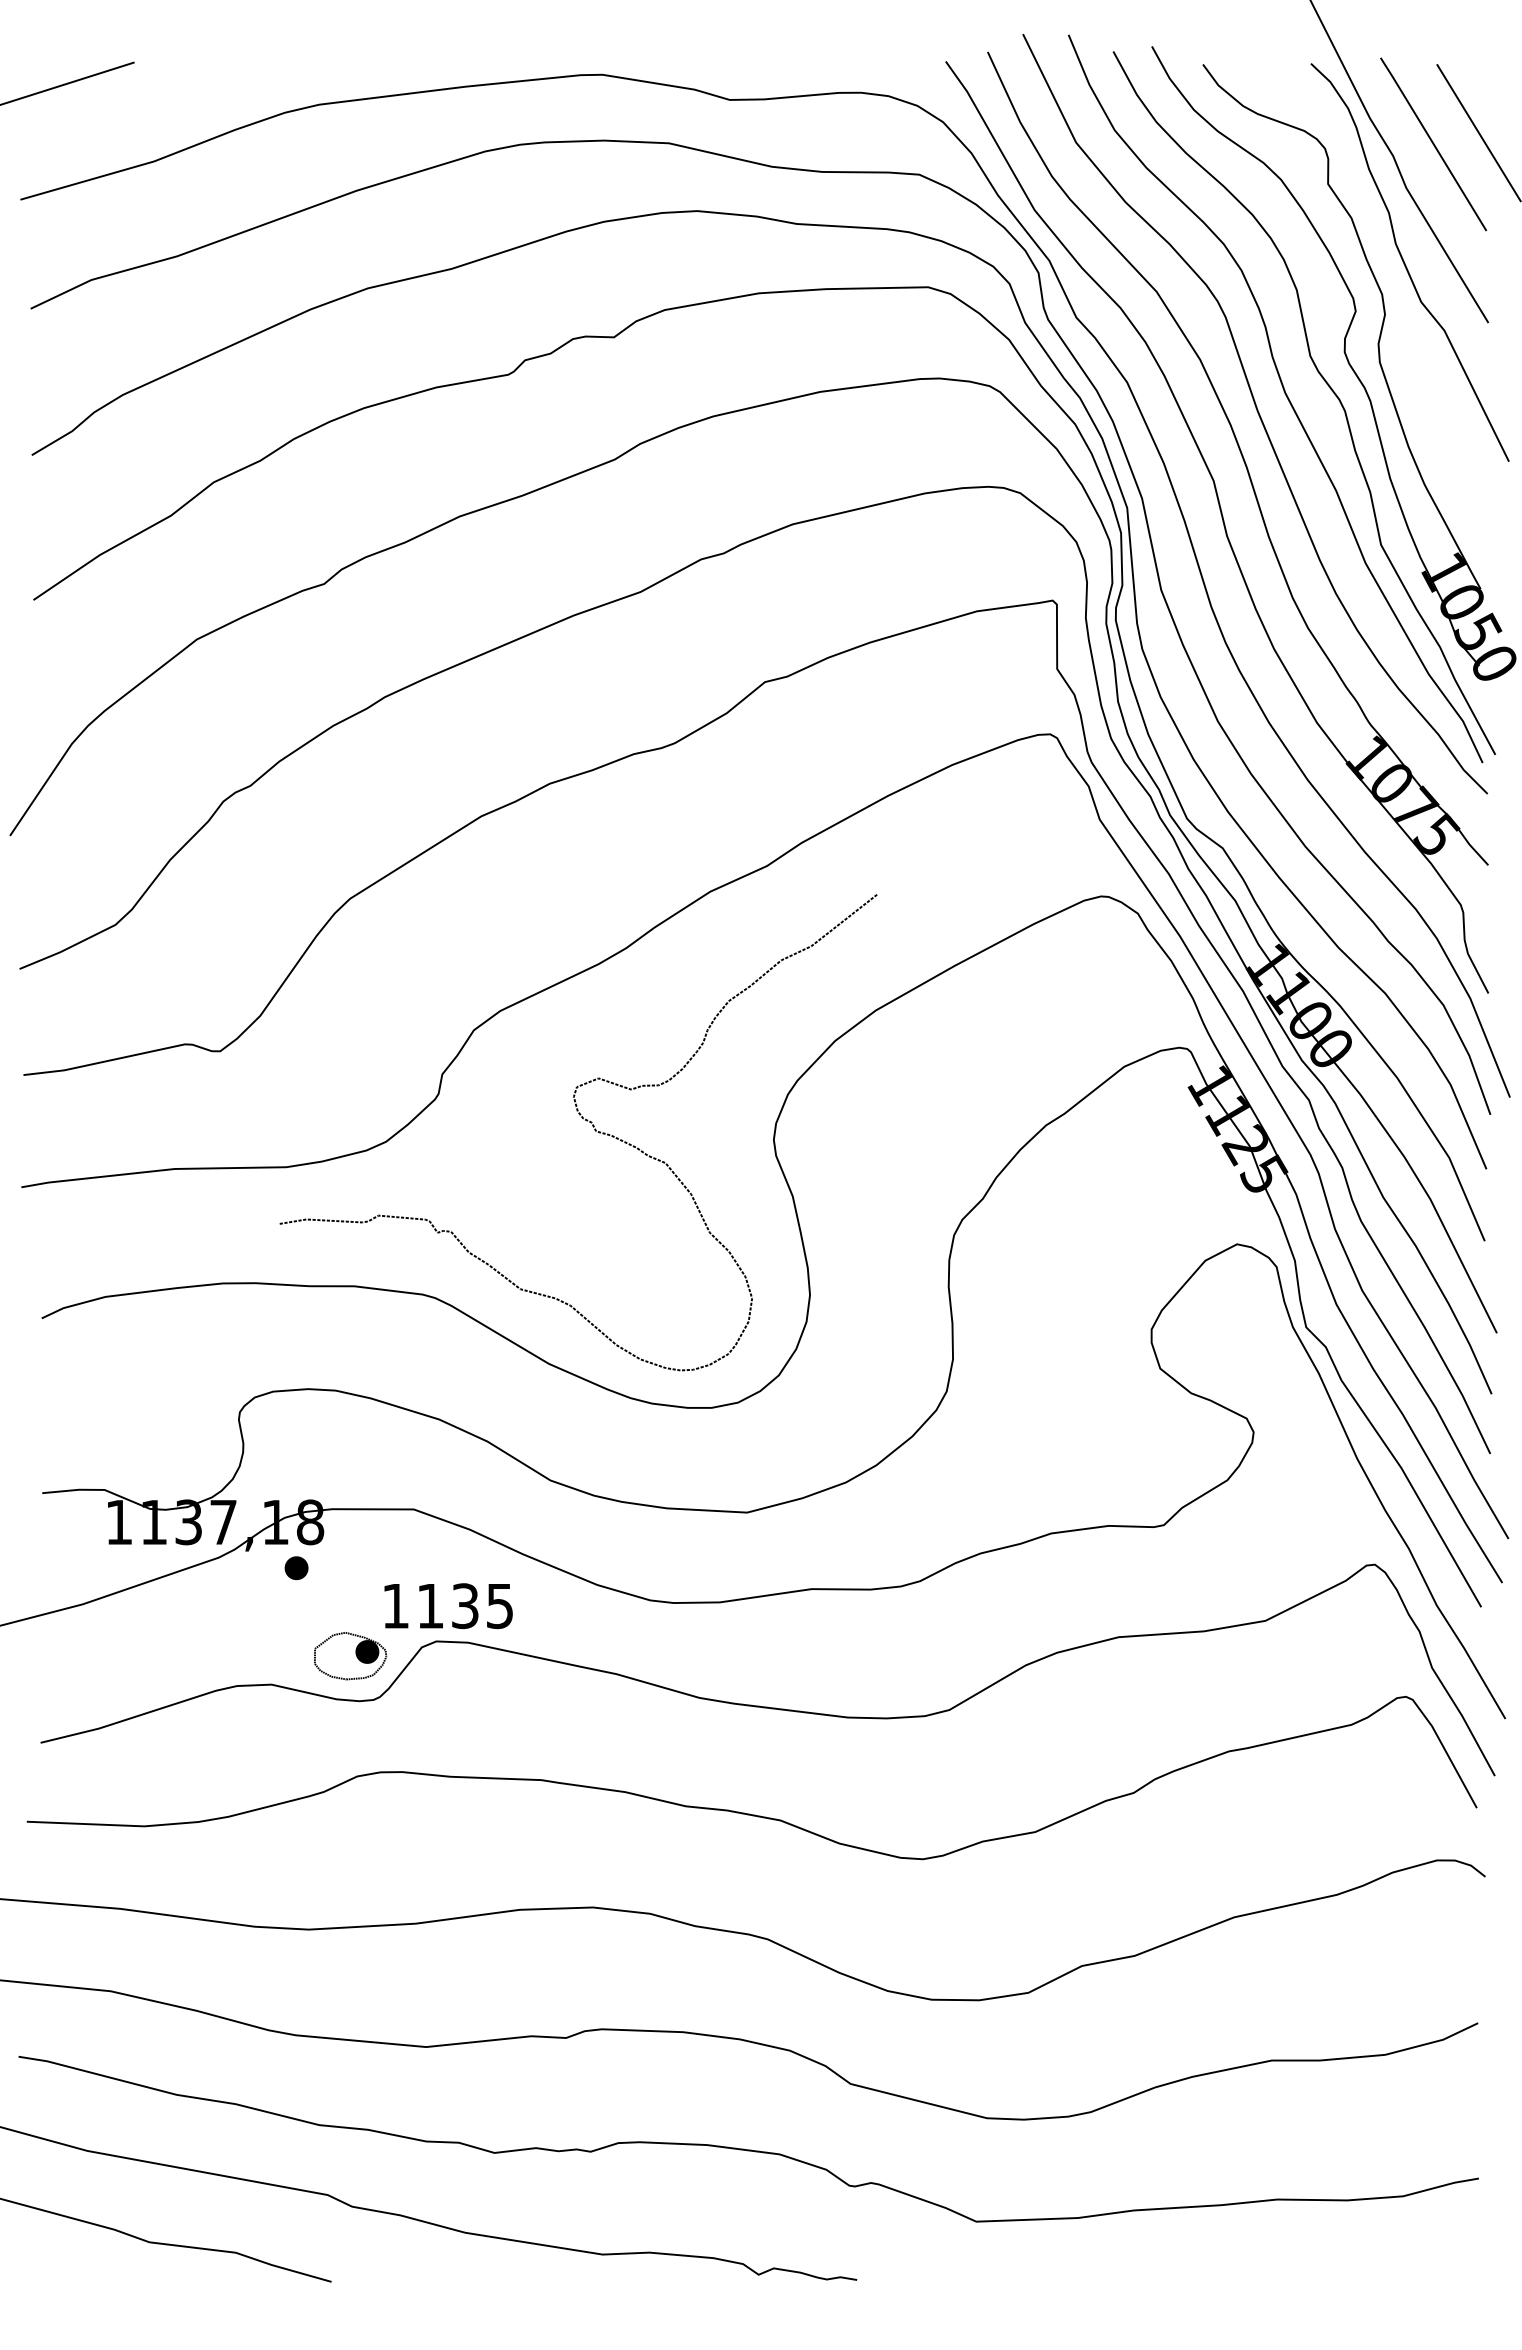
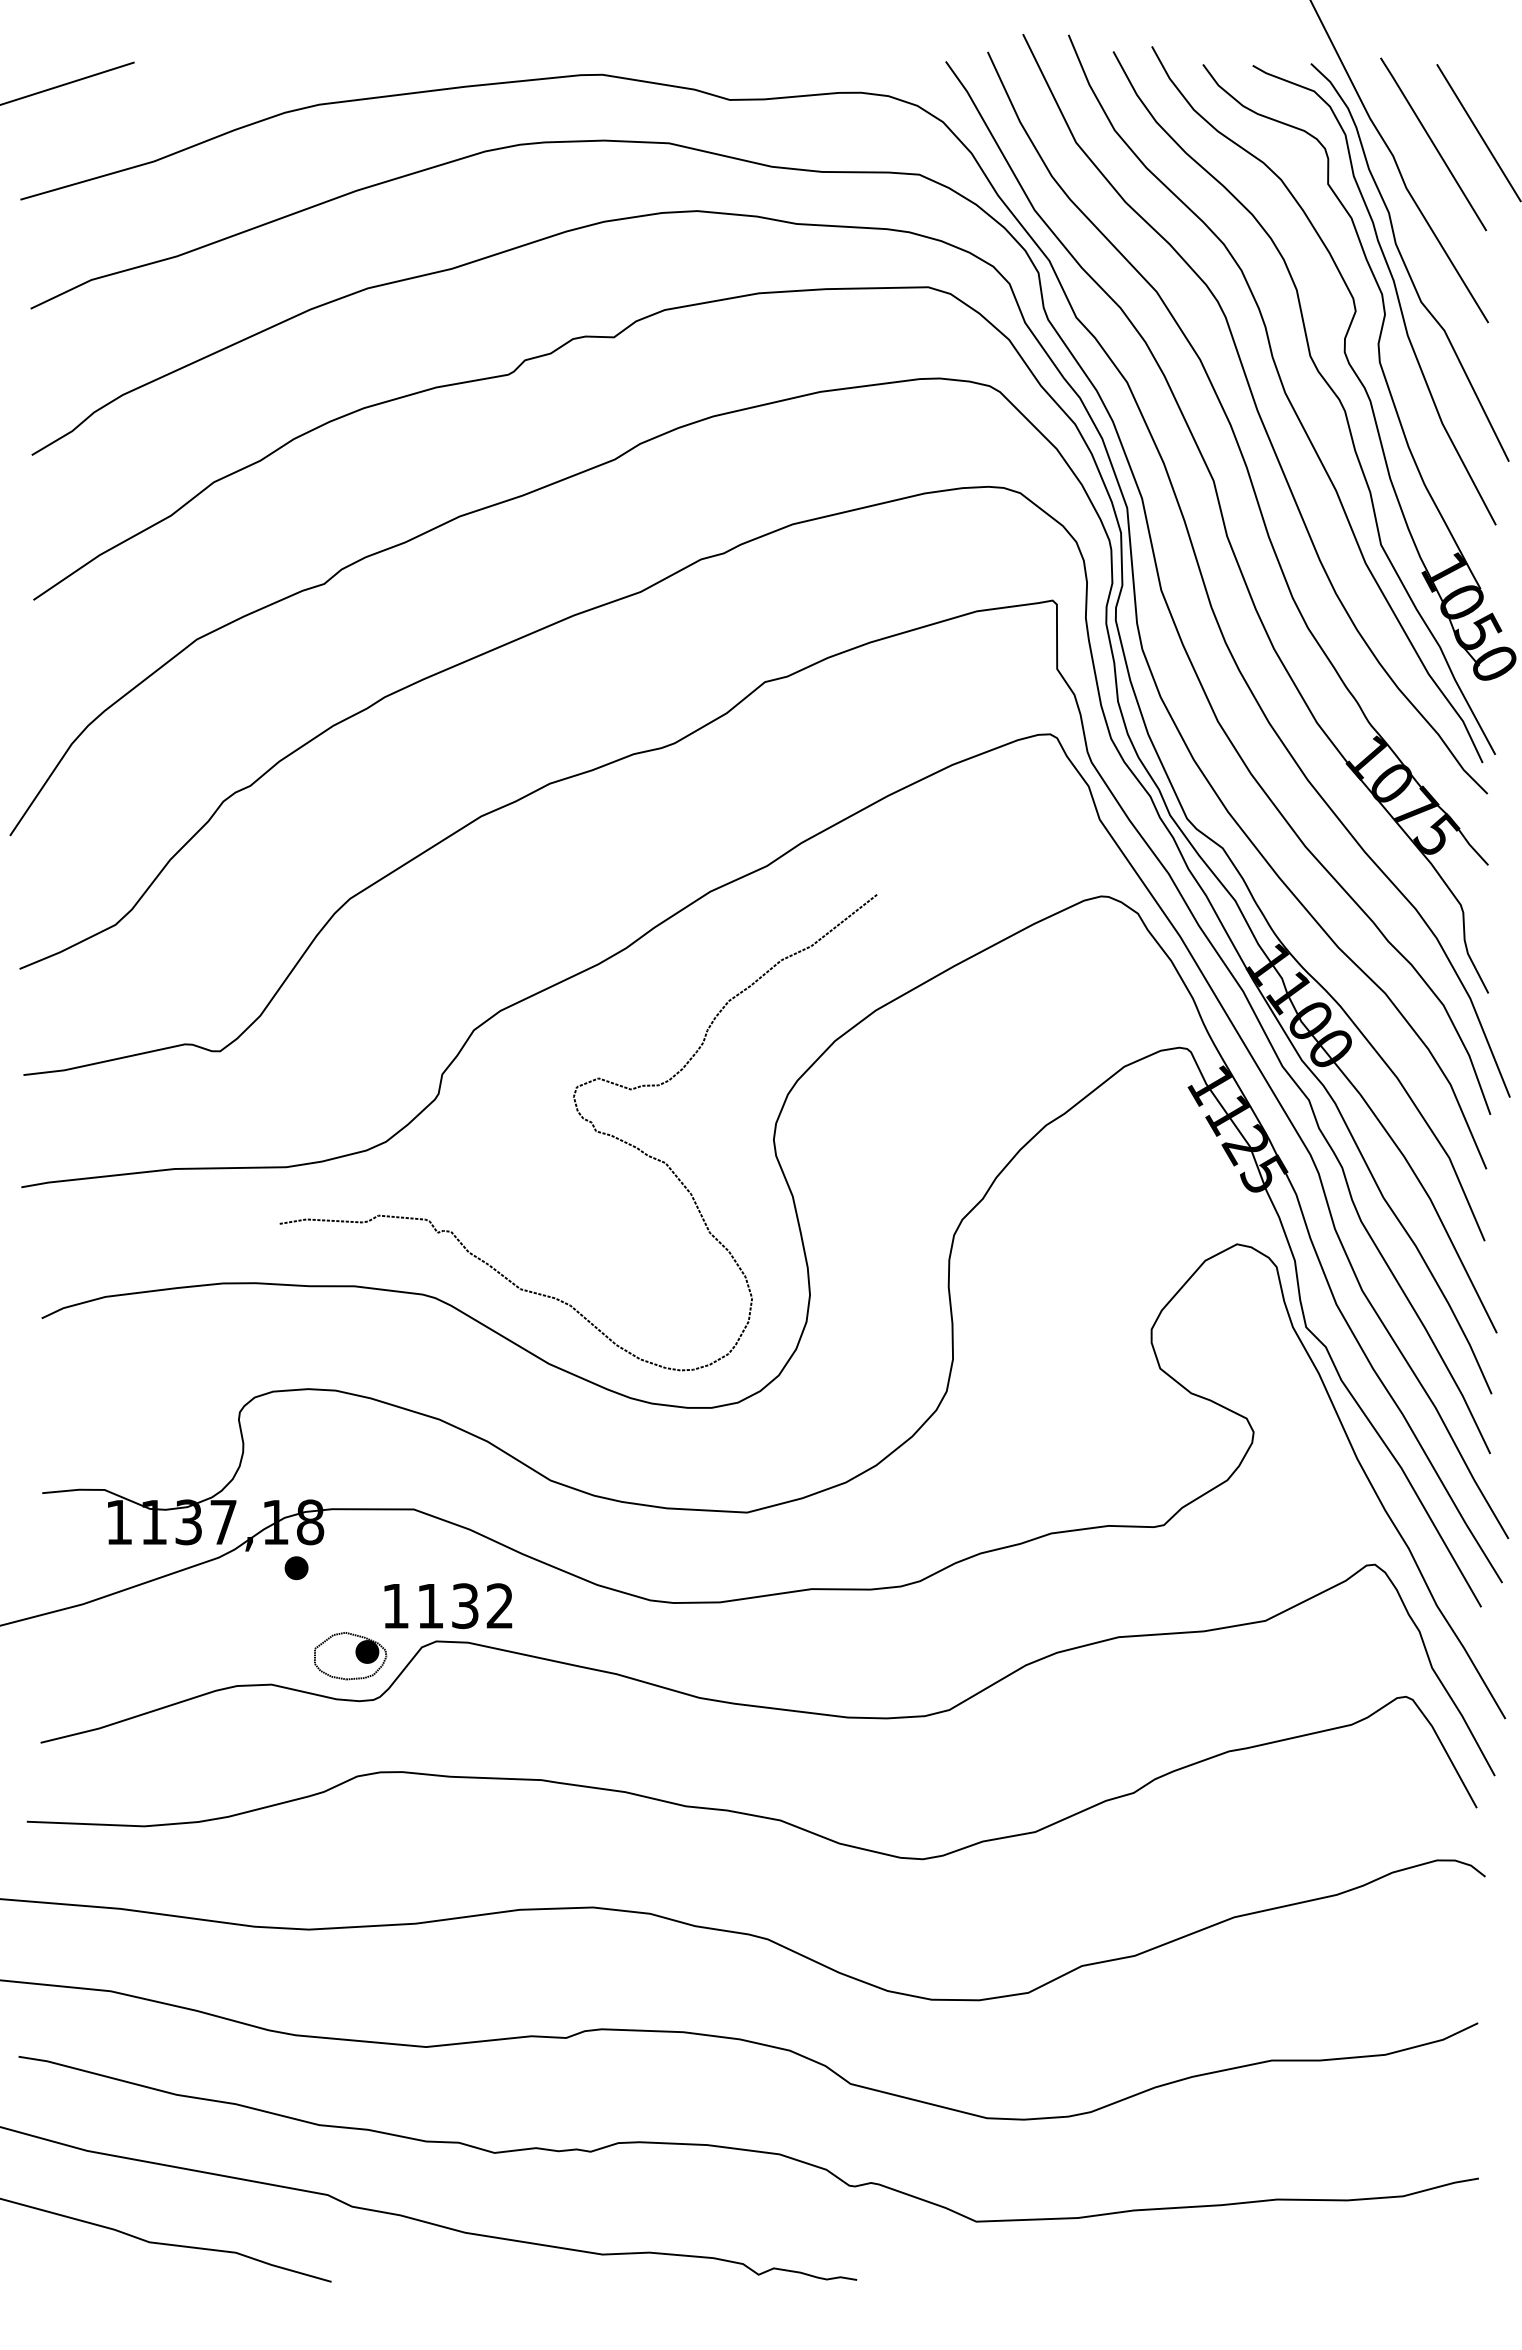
part at (1394, 288): none -> present
text at (499, 1606): 1135 -> 1132
